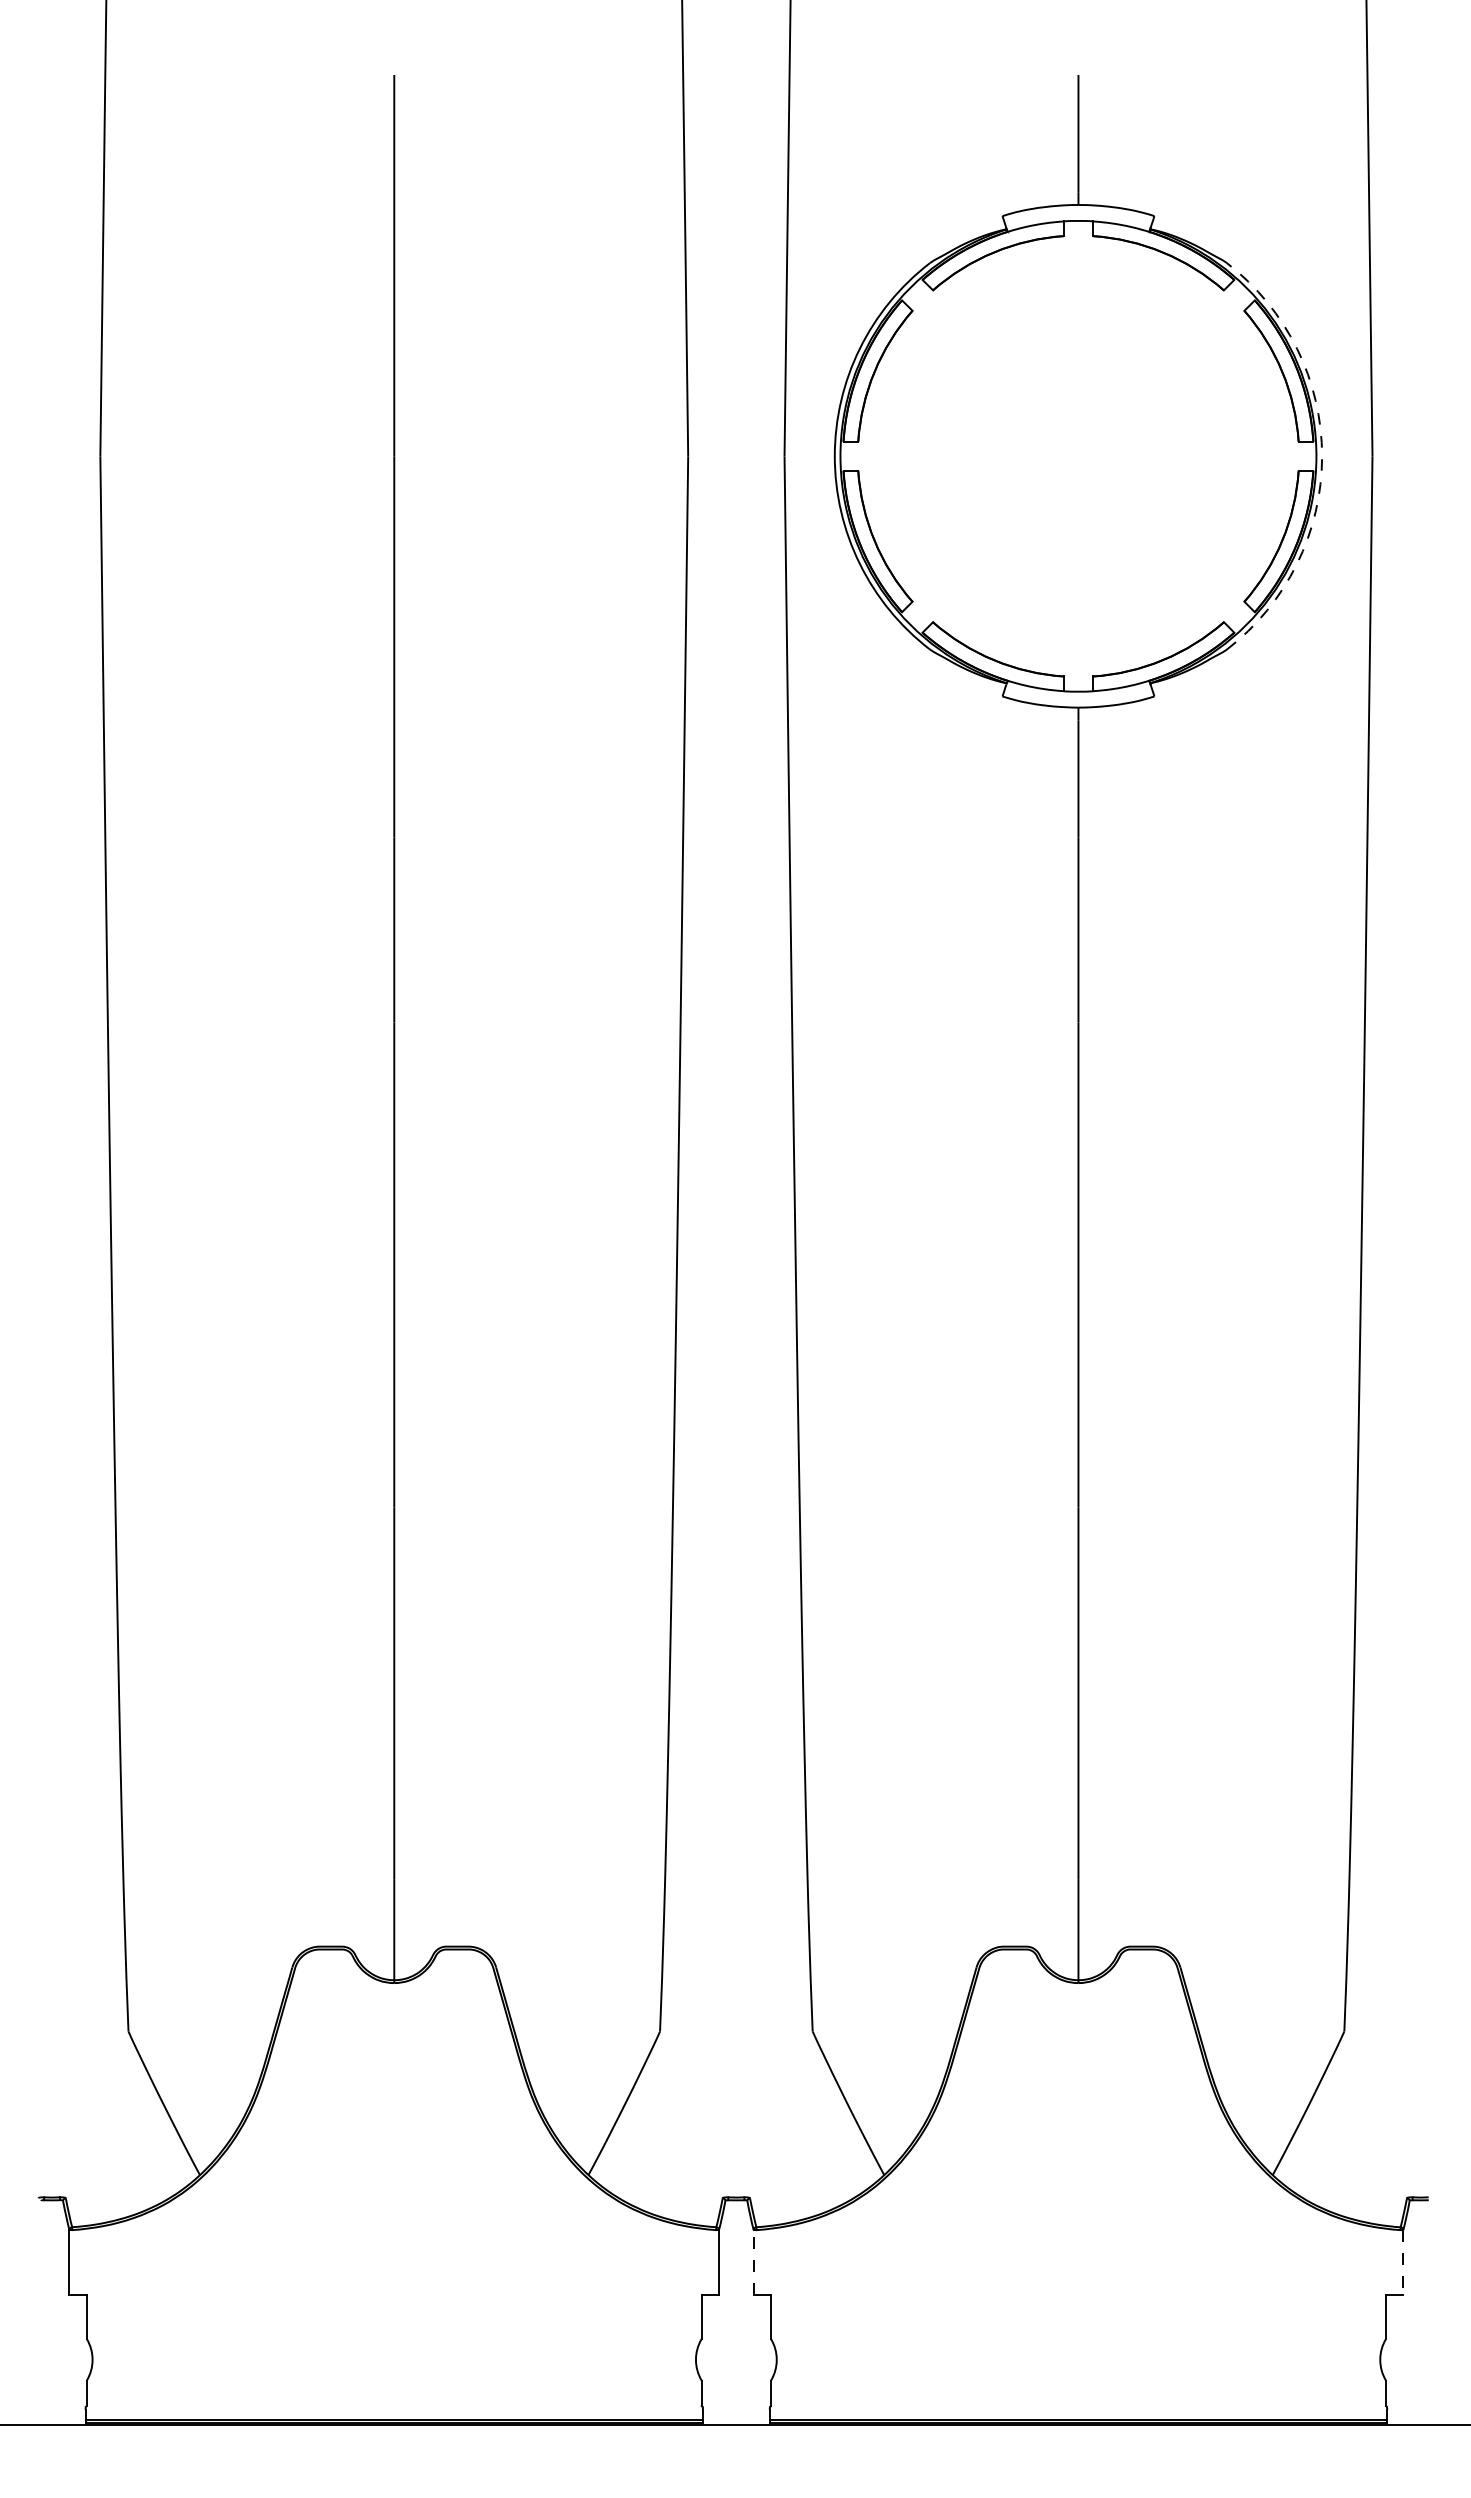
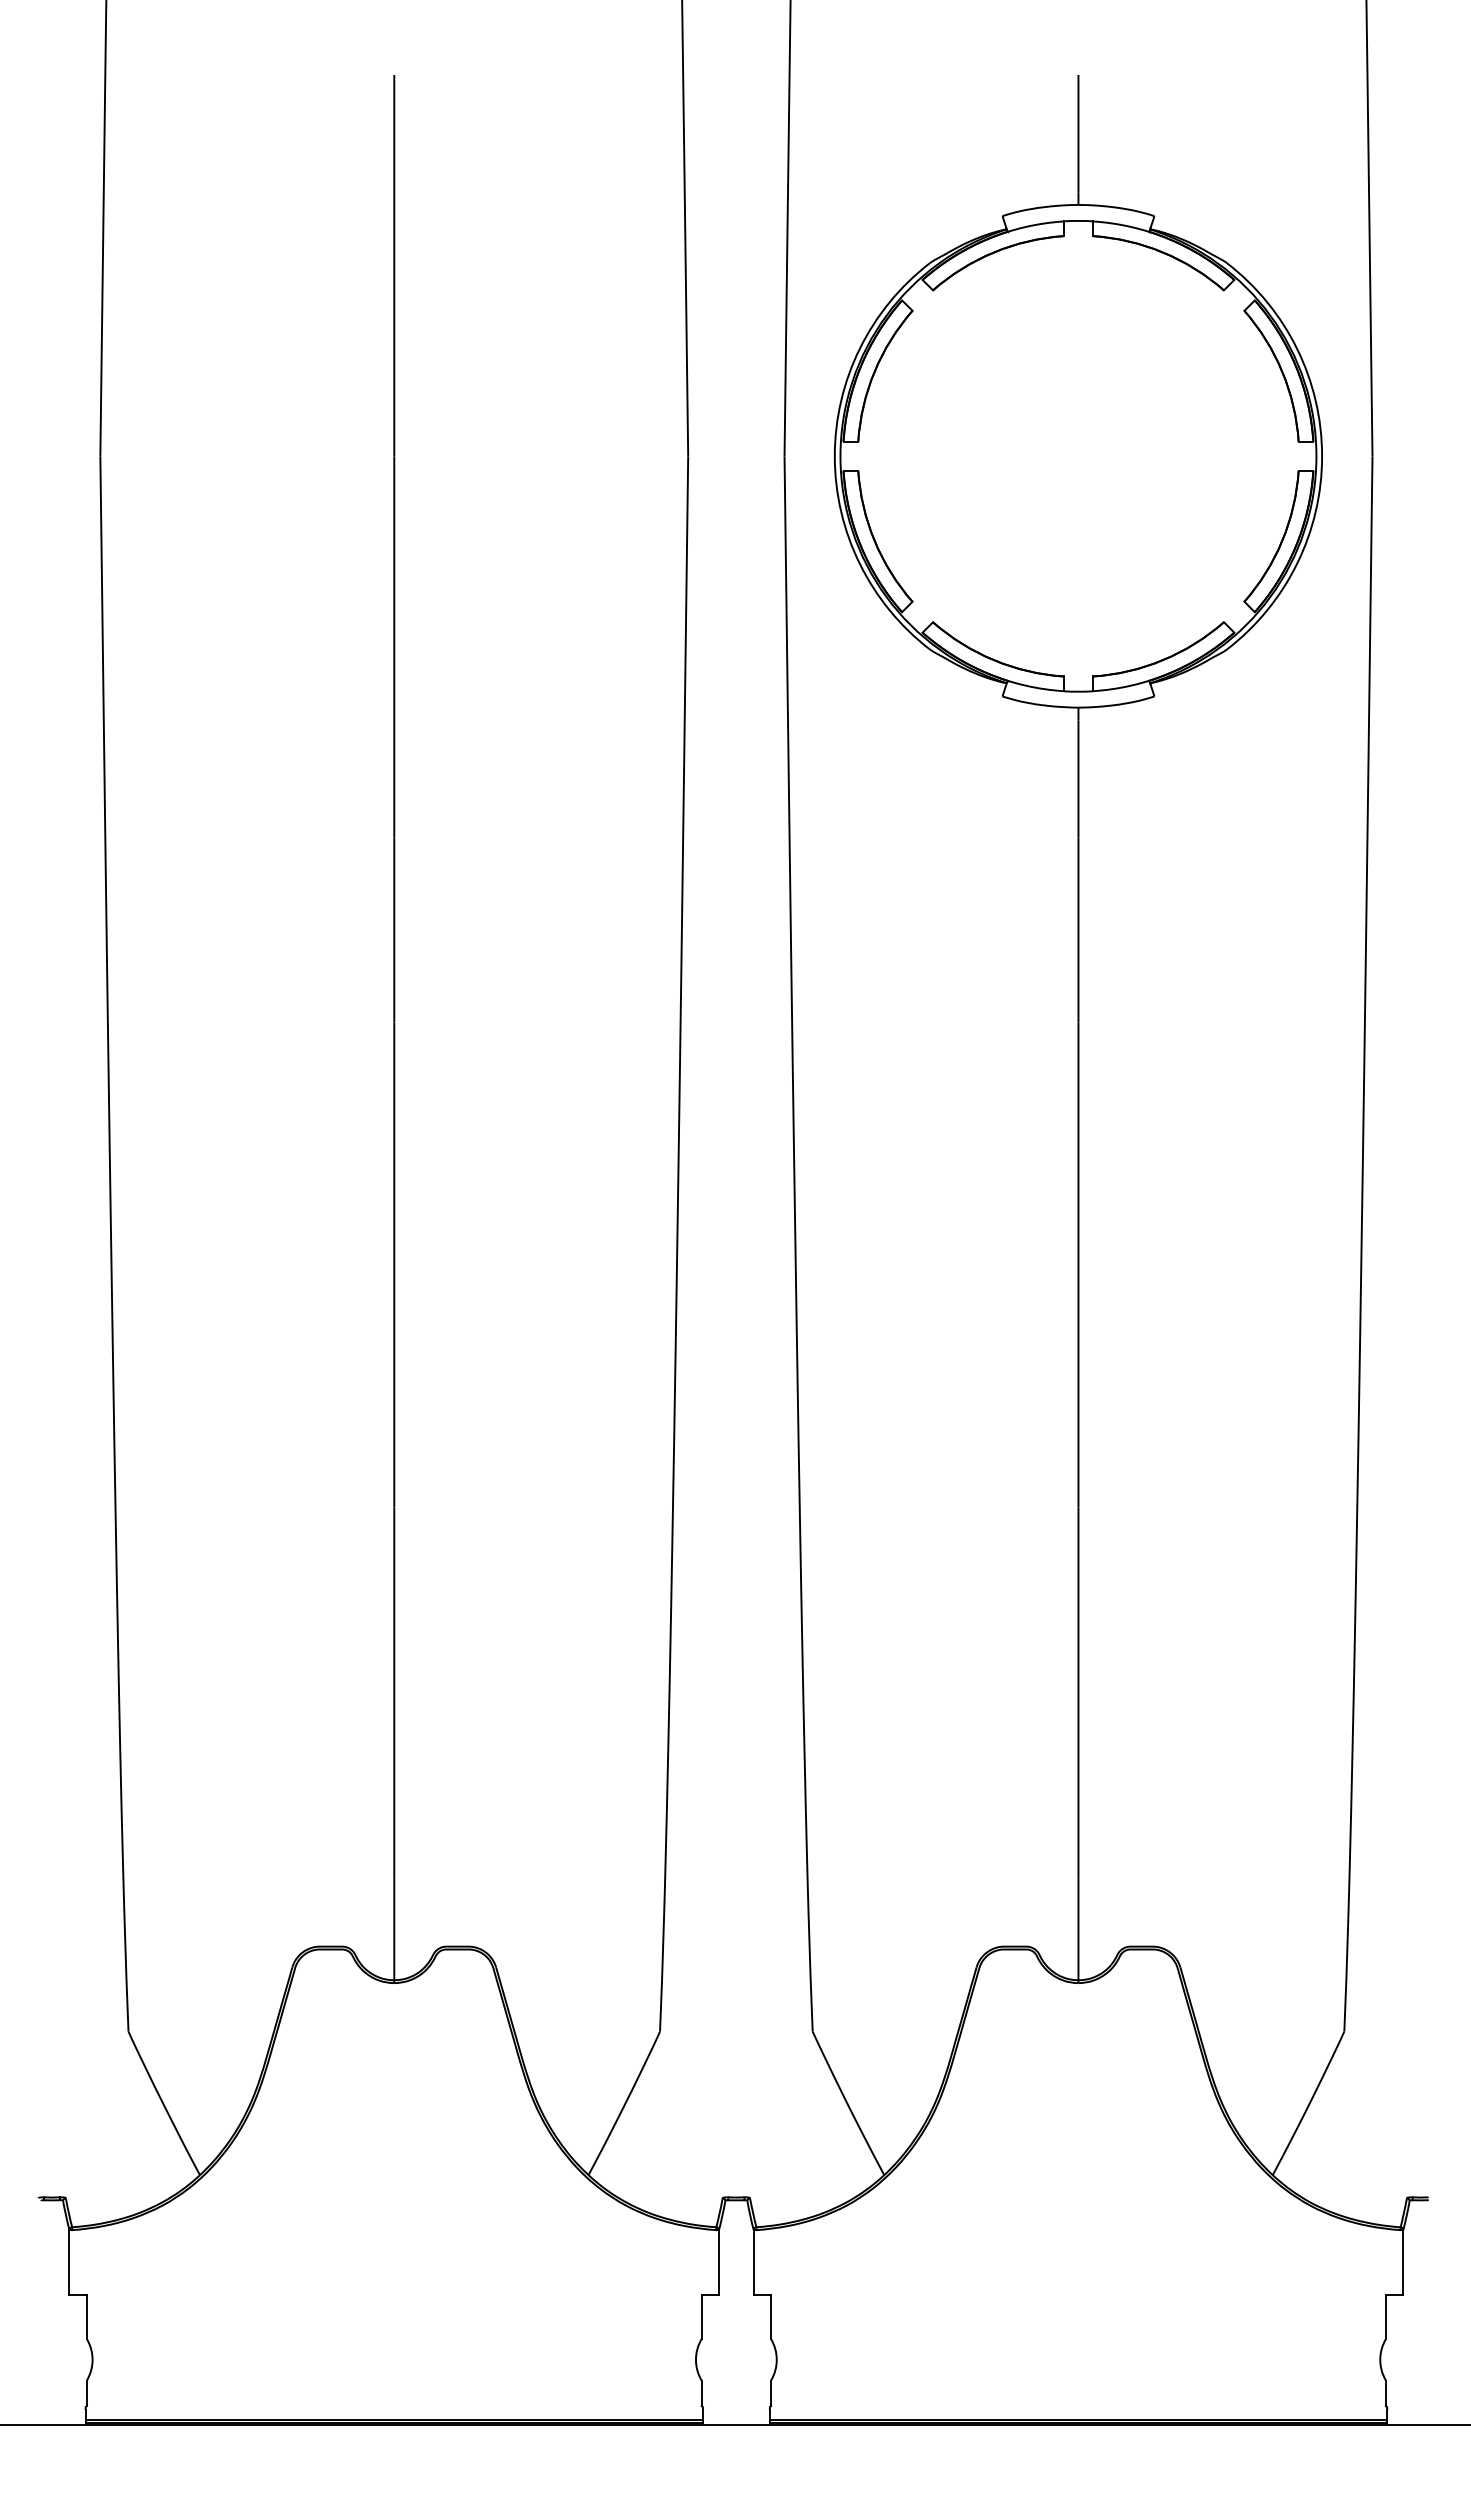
arc at (1322, 456): dashed -> solid
line at (753, 2261): dashed -> solid
line at (1403, 2262): dashed -> solid
